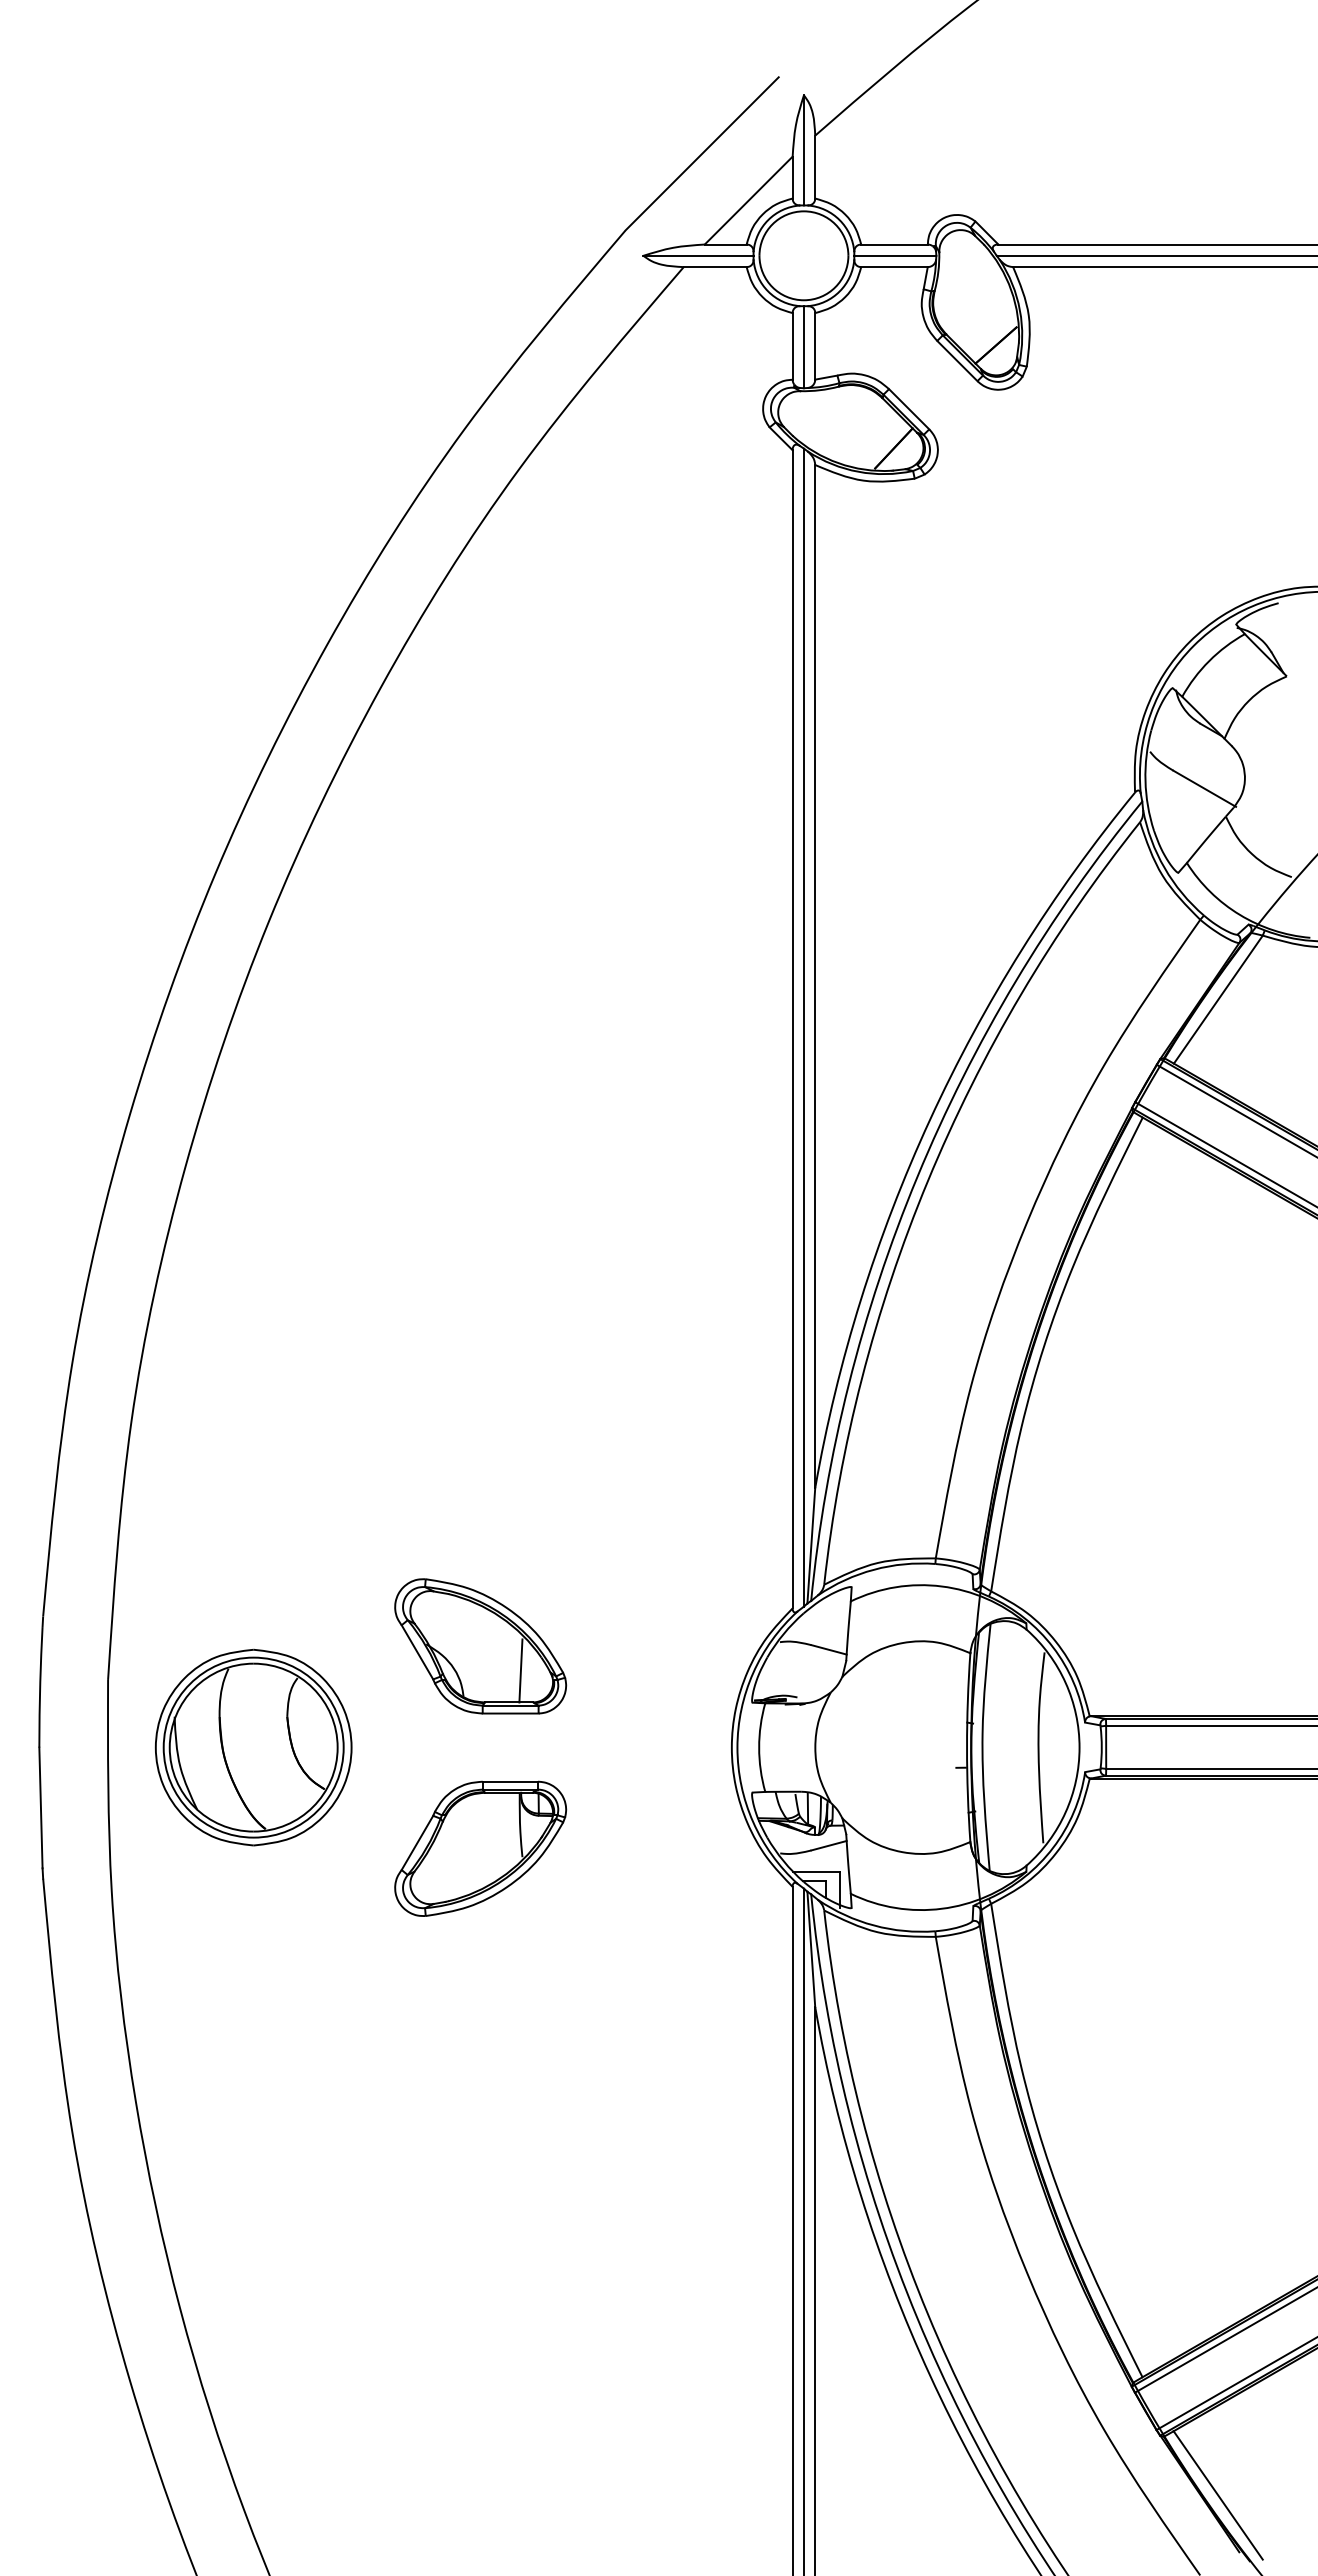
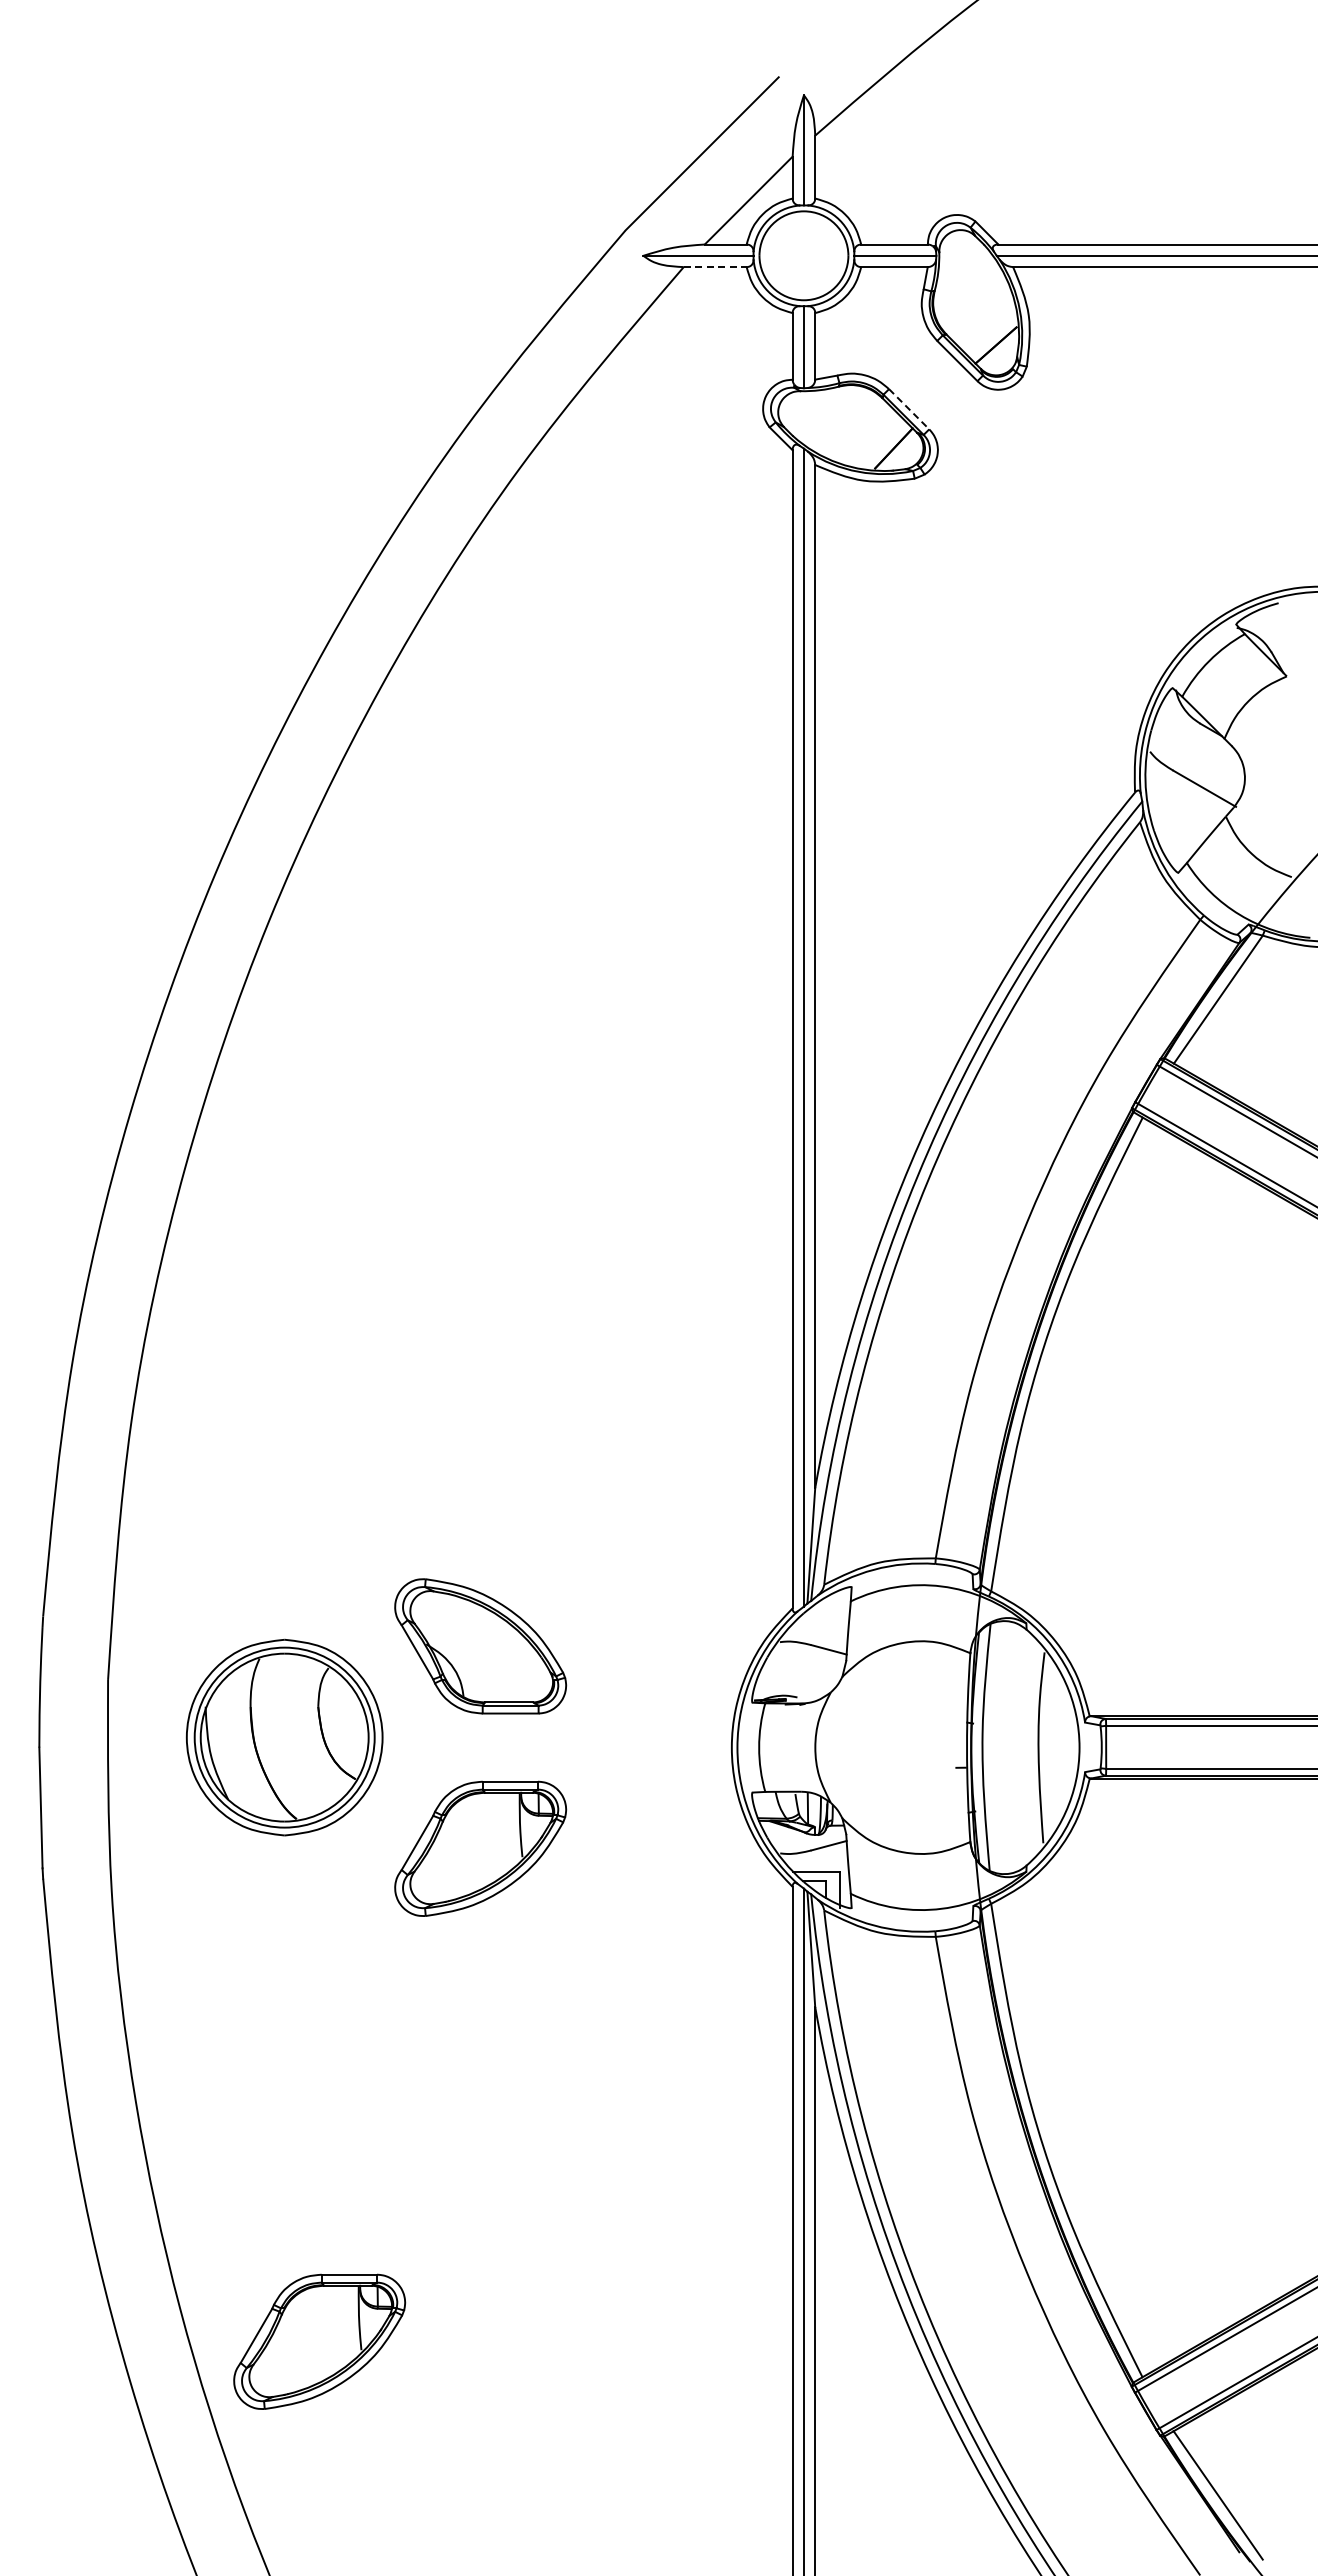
line at (715, 267): solid -> dashed
line at (909, 409): solid -> dashed
line at (520, 1670): present -> none
part at (253, 1747) position: (253, 1747) -> (284, 1737)
part at (319, 2341): none -> present
